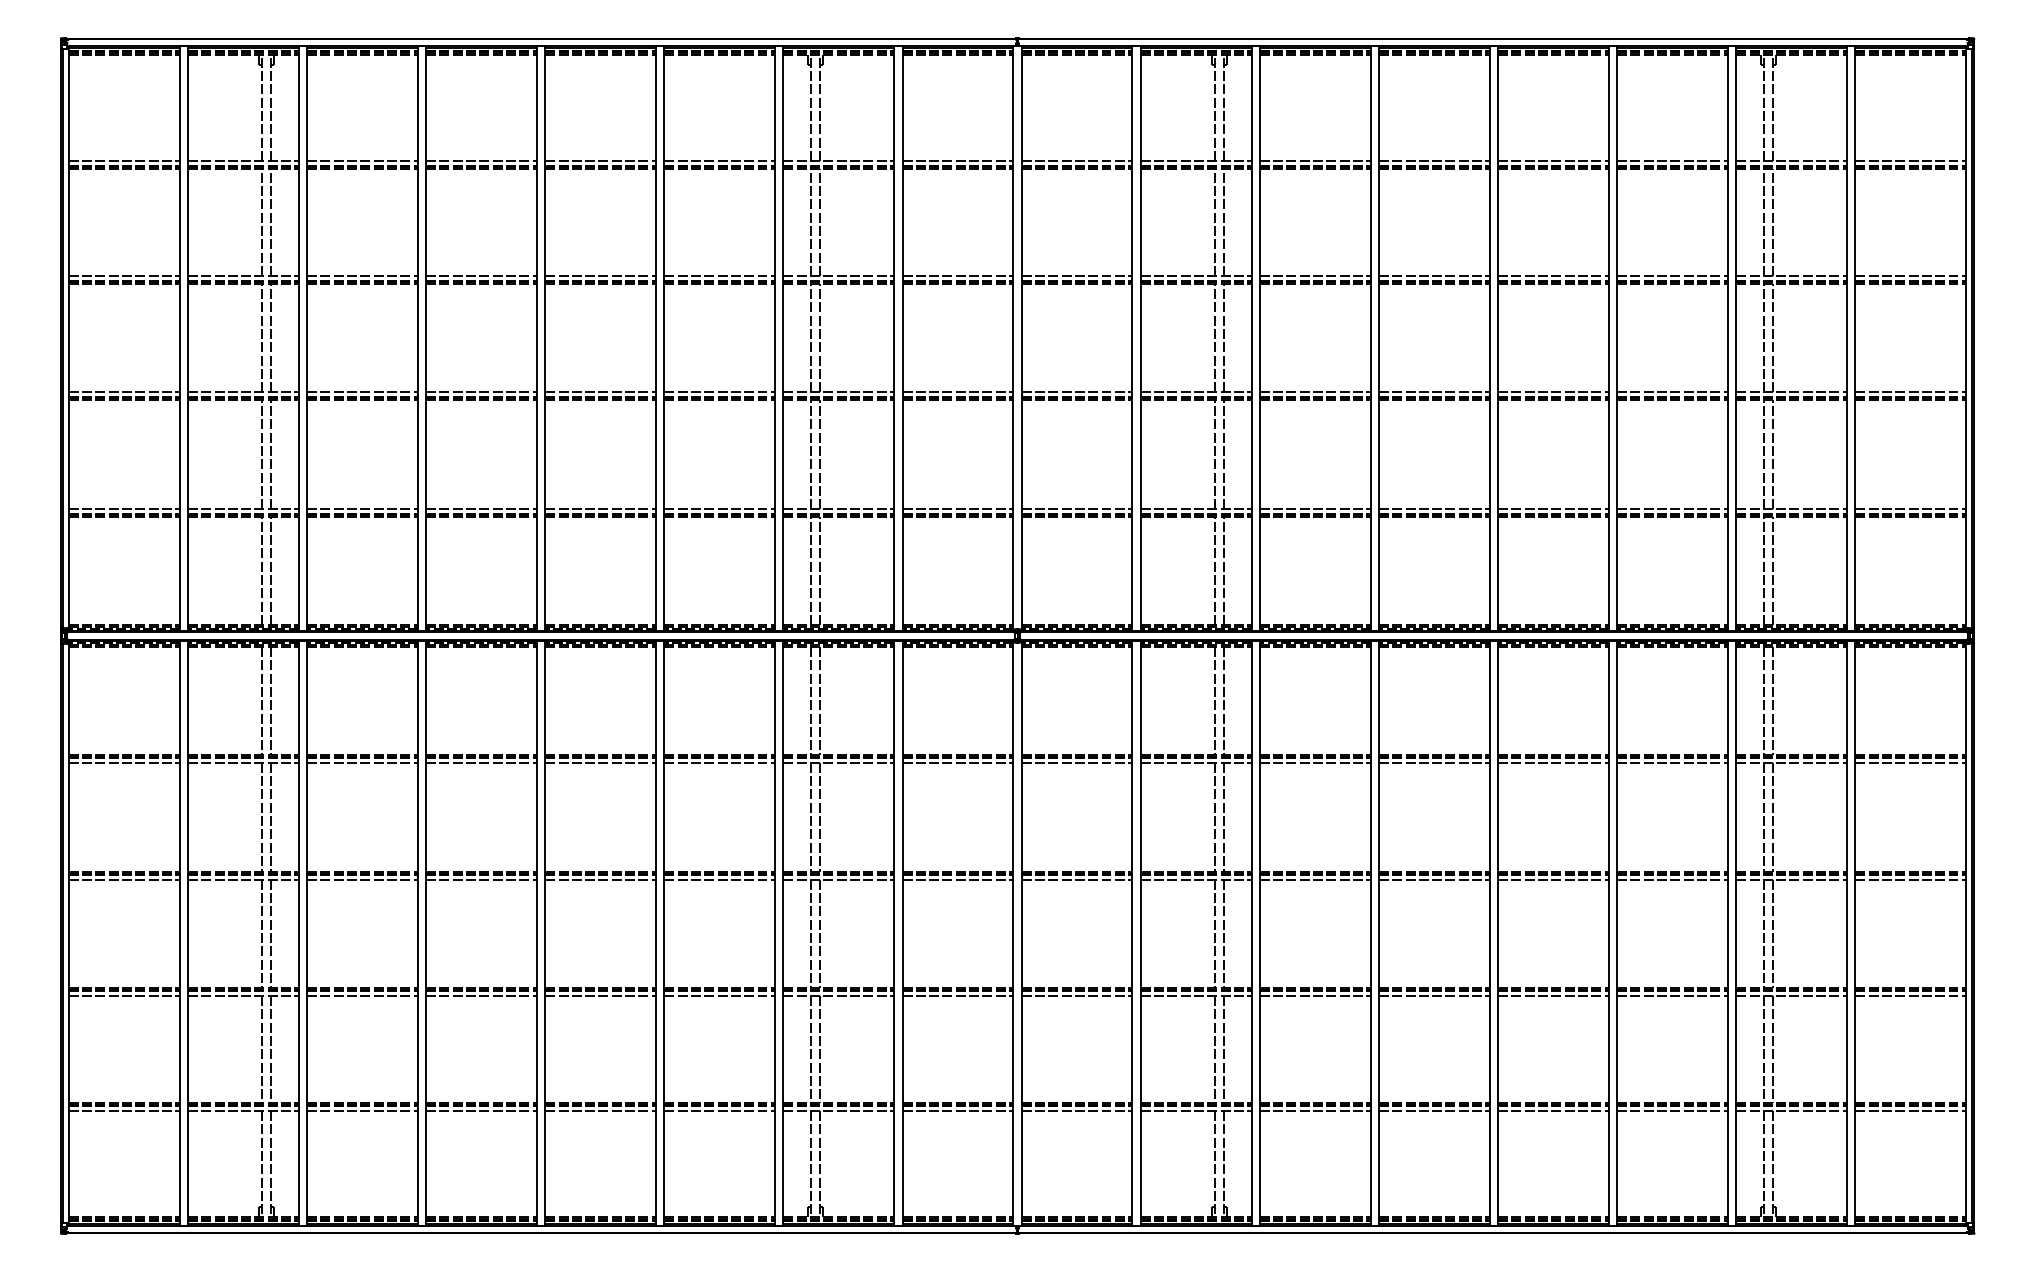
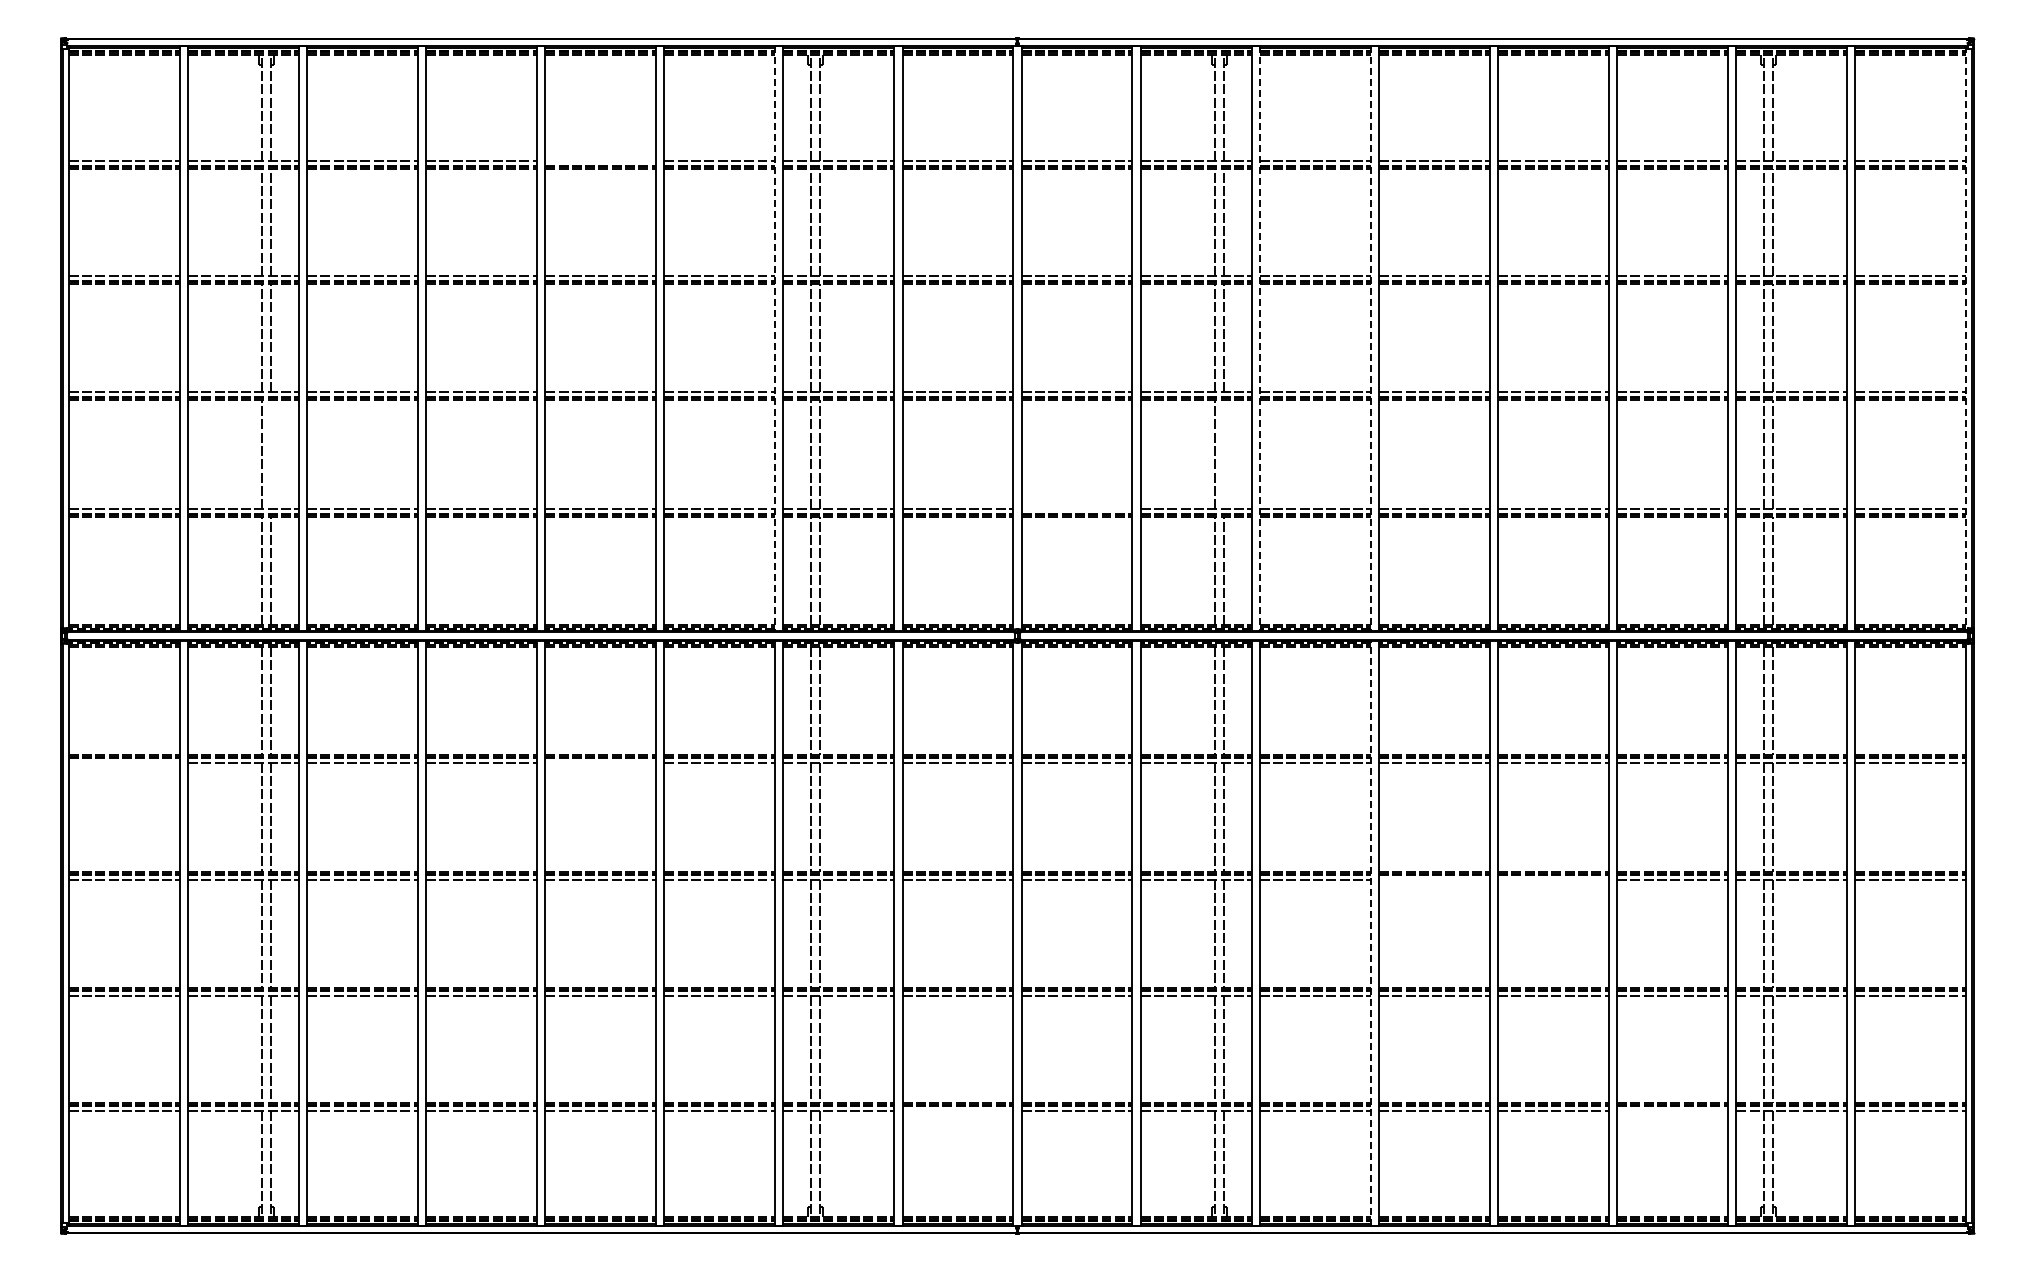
line at (600, 160): present -> none
line at (775, 338): solid -> dashed
line at (1259, 338): solid -> dashed
line at (1370, 338): solid -> dashed
line at (1966, 338): solid -> dashed
line at (271, 454): present -> none
line at (1224, 454): present -> none
line at (1076, 509): present -> none
line at (123, 762): present -> none
line at (600, 762): present -> none
line at (1433, 879): present -> none
line at (1553, 879): present -> none
line at (1370, 933): solid -> dashed
line at (957, 1111): present -> none
line at (1672, 1111): present -> none
